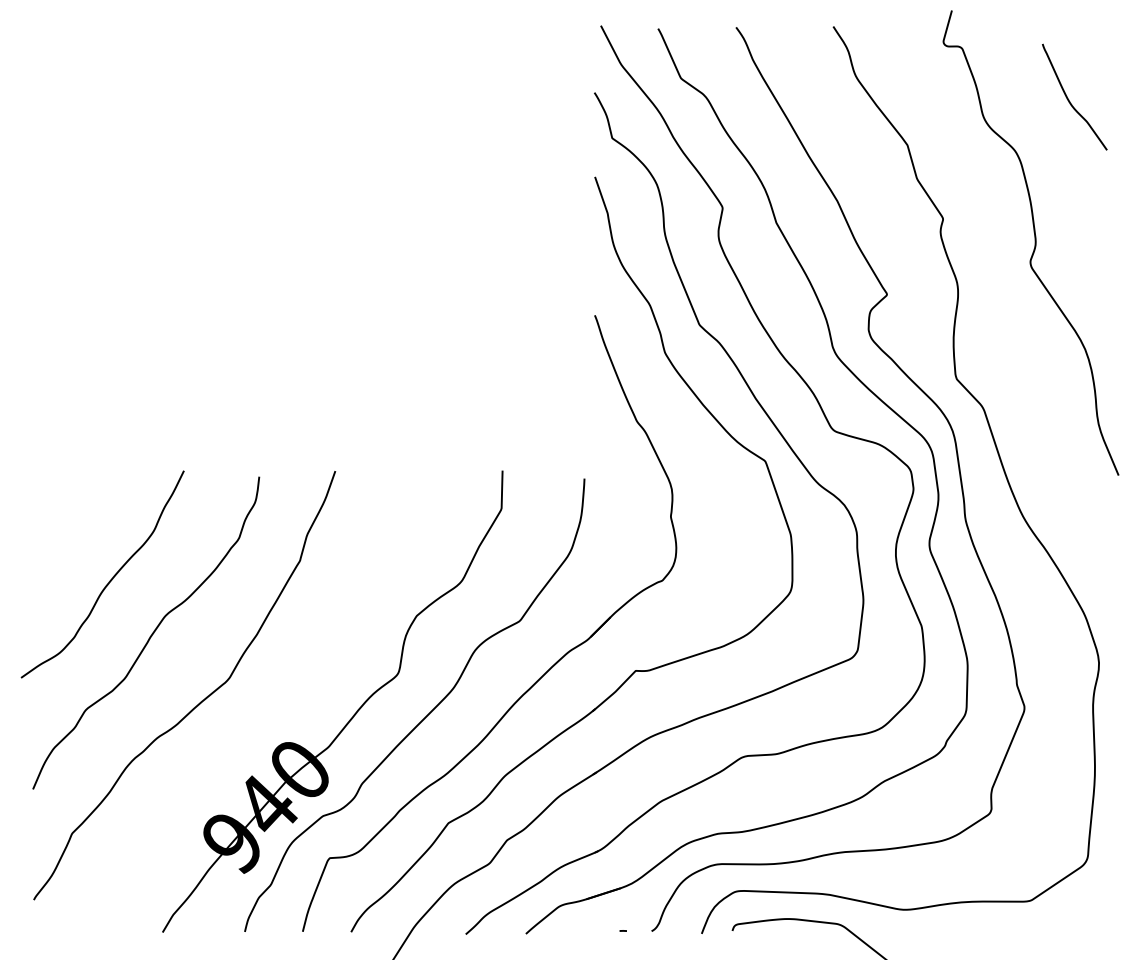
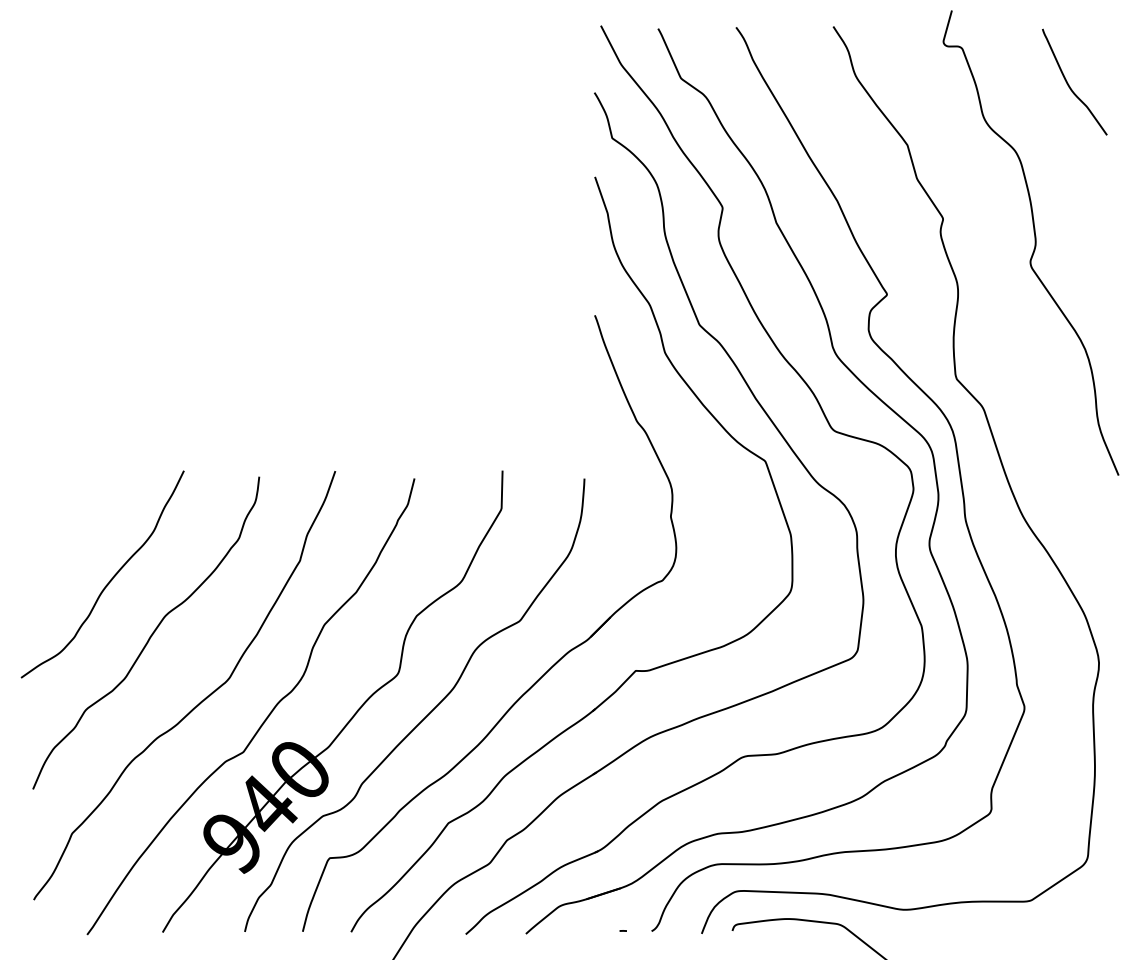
curve at (1069, 99) position: (1069, 99) -> (1069, 84)
curve at (265, 718): none -> present
